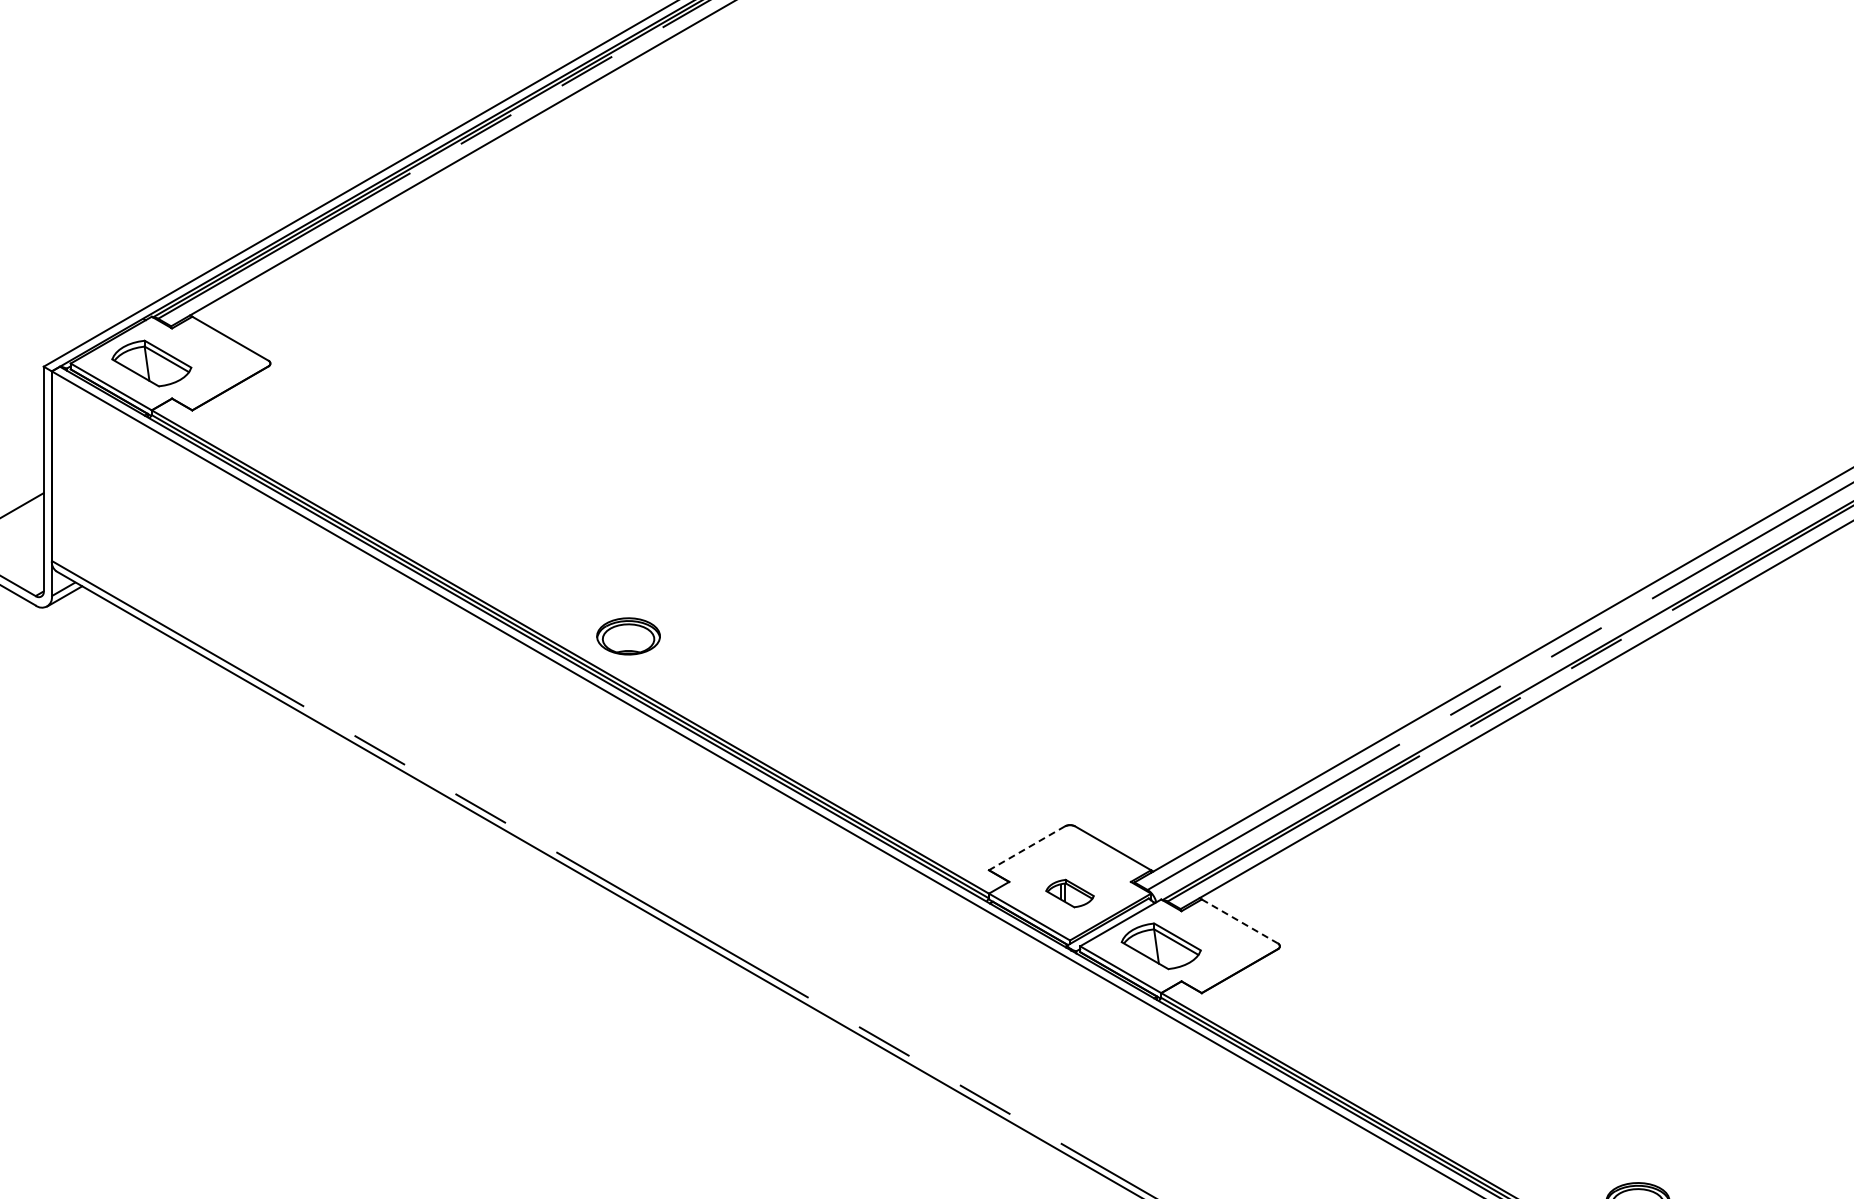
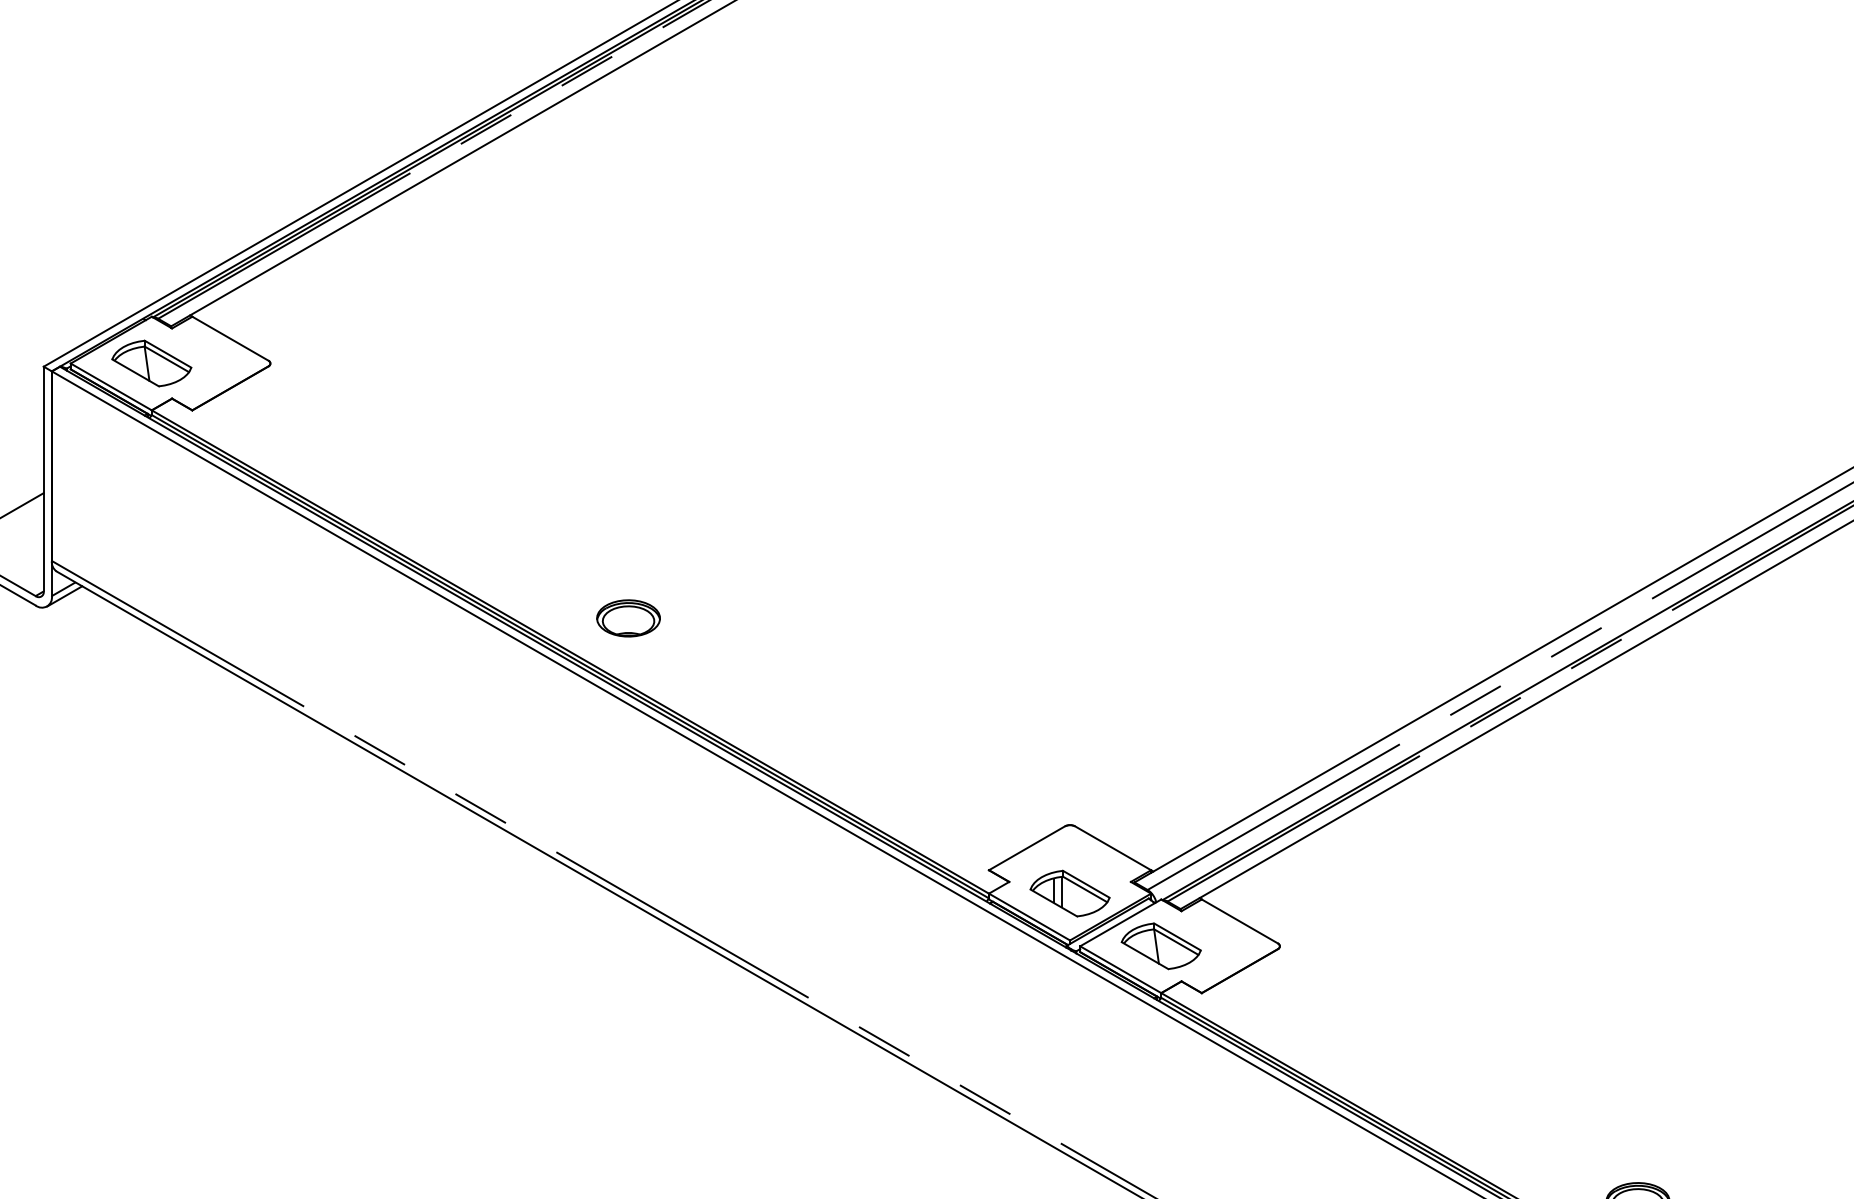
part at (628, 636) position: (628, 636) -> (628, 618)
line at (1027, 848): dashed -> solid
part at (1069, 893) size: 50x31 px -> 82x49 px
line at (1239, 921): dashed -> solid
